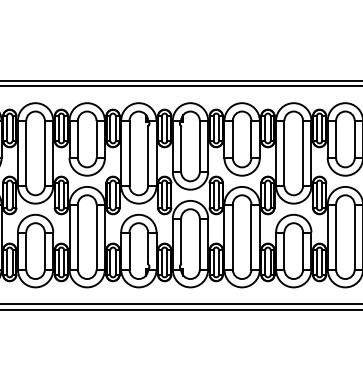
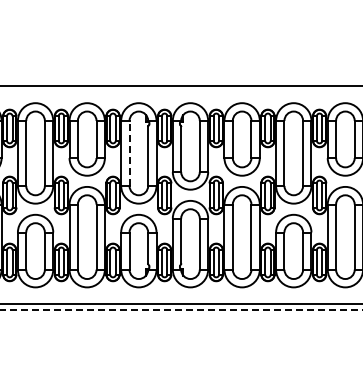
line at (180, 80): present -> none
line at (129, 153): solid -> dashed
line at (181, 309): solid -> dashed
